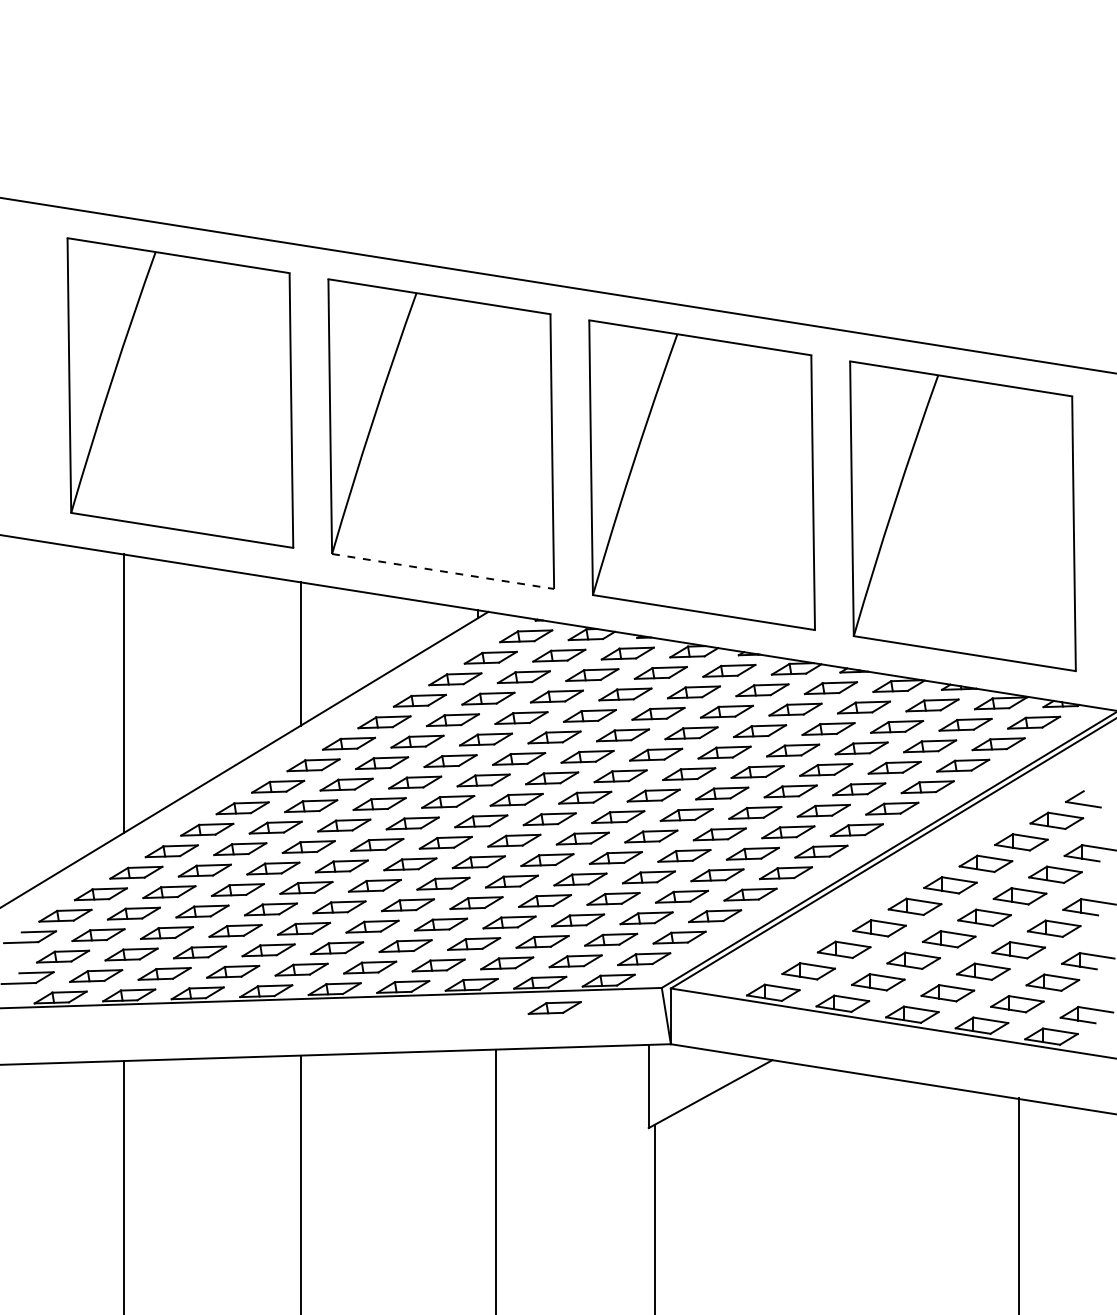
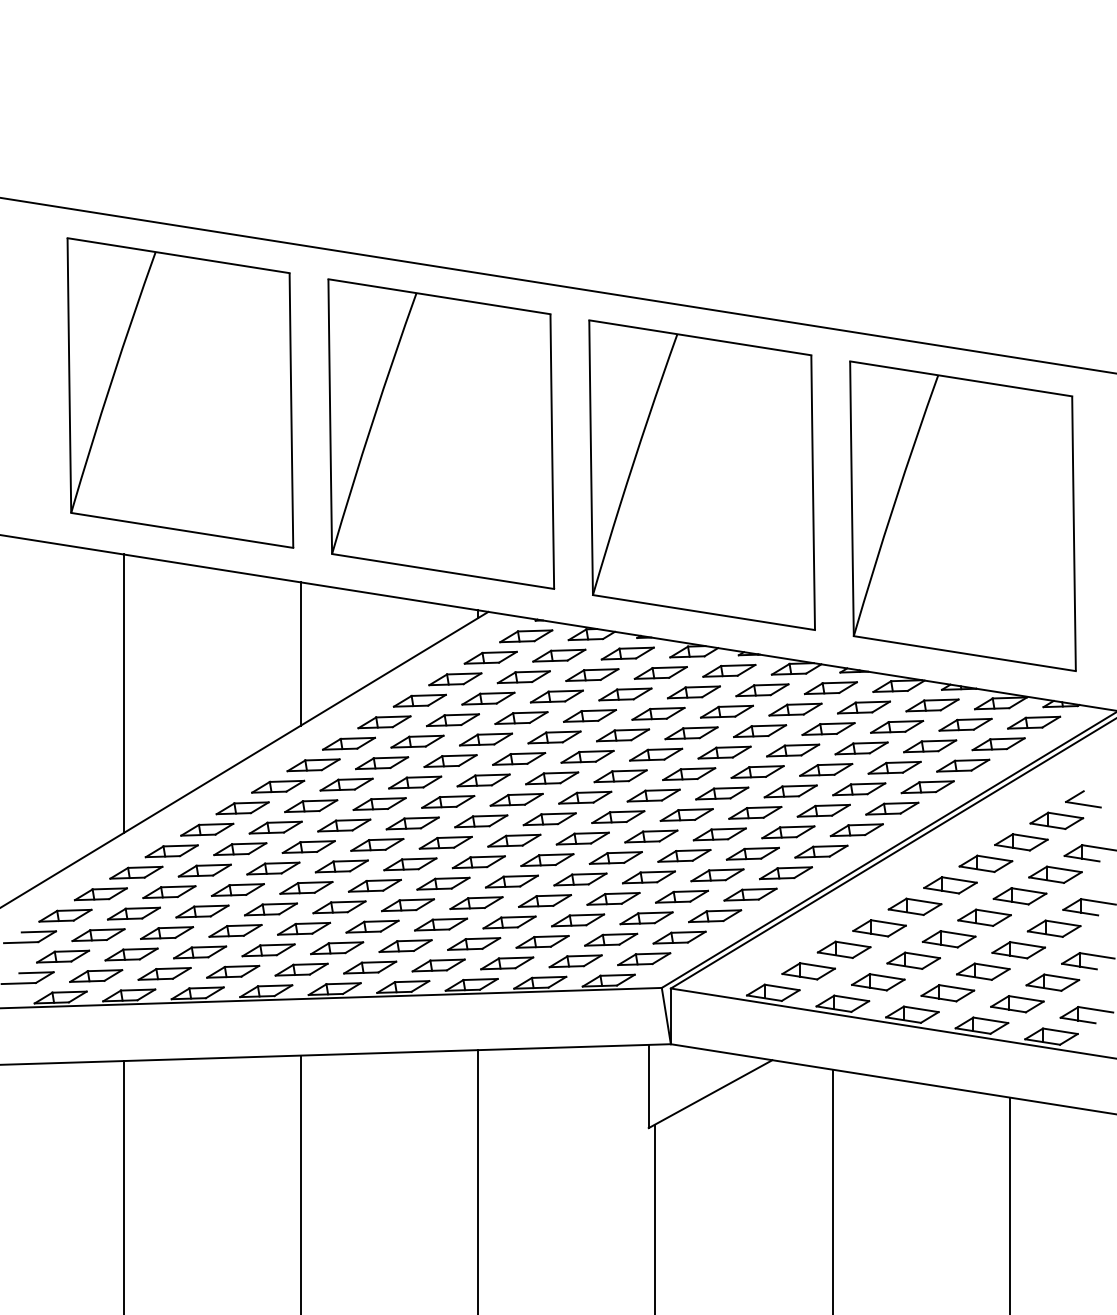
line at (443, 571): dashed -> solid
part at (554, 1007): present -> none
line at (496, 1180) position: (496, 1180) -> (478, 1180)
line at (832, 1190): none -> present
line at (1018, 1204) position: (1018, 1204) -> (1009, 1204)
